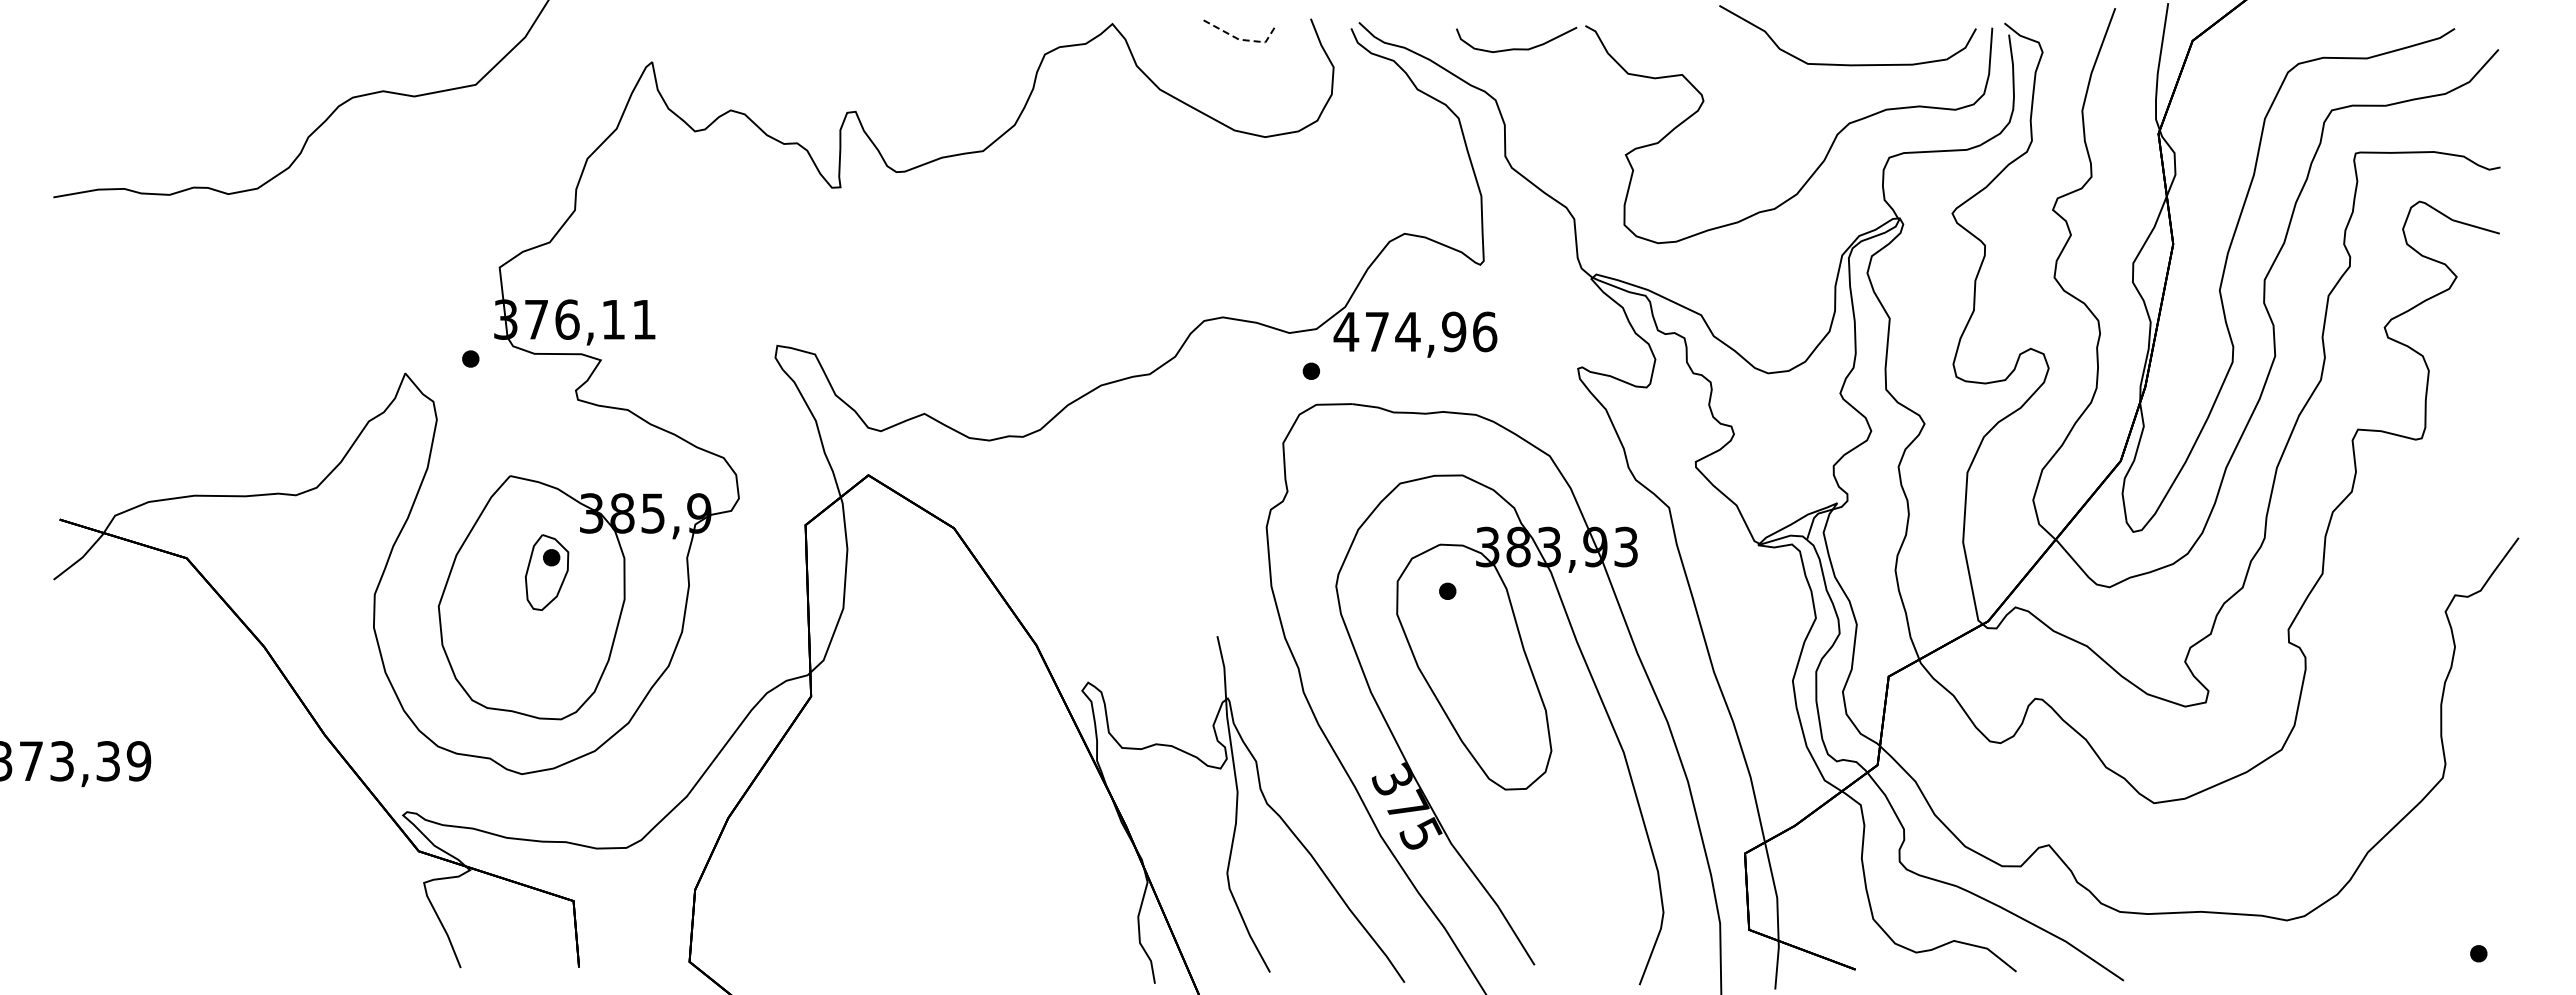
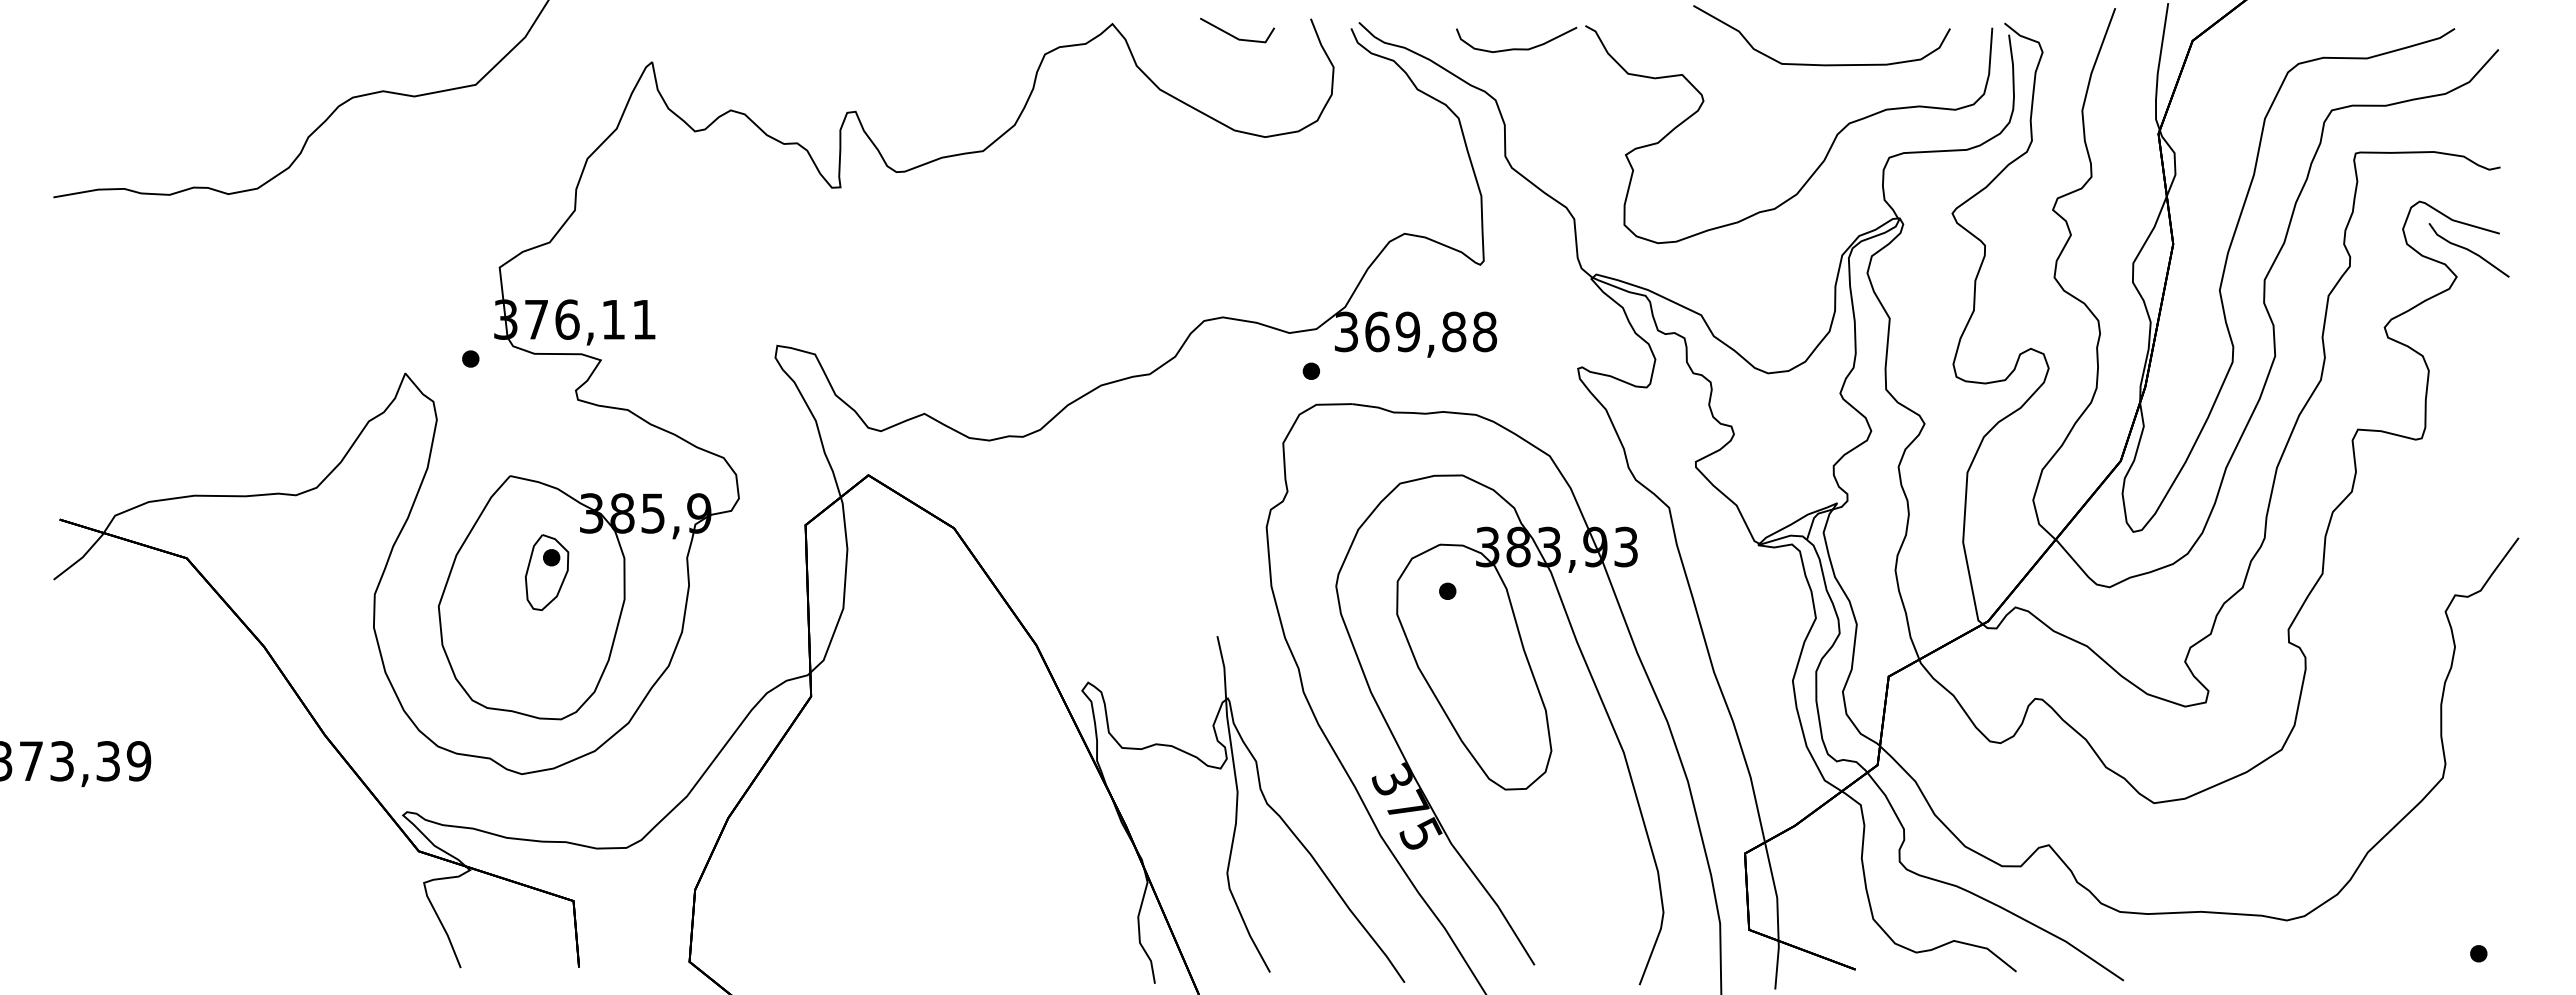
line at (1239, 39): dashed -> solid
curve at (1847, 64) position: (1847, 64) -> (1821, 64)
curve at (2468, 250): none -> present
text at (1415, 331): 474,96 -> 369,88
